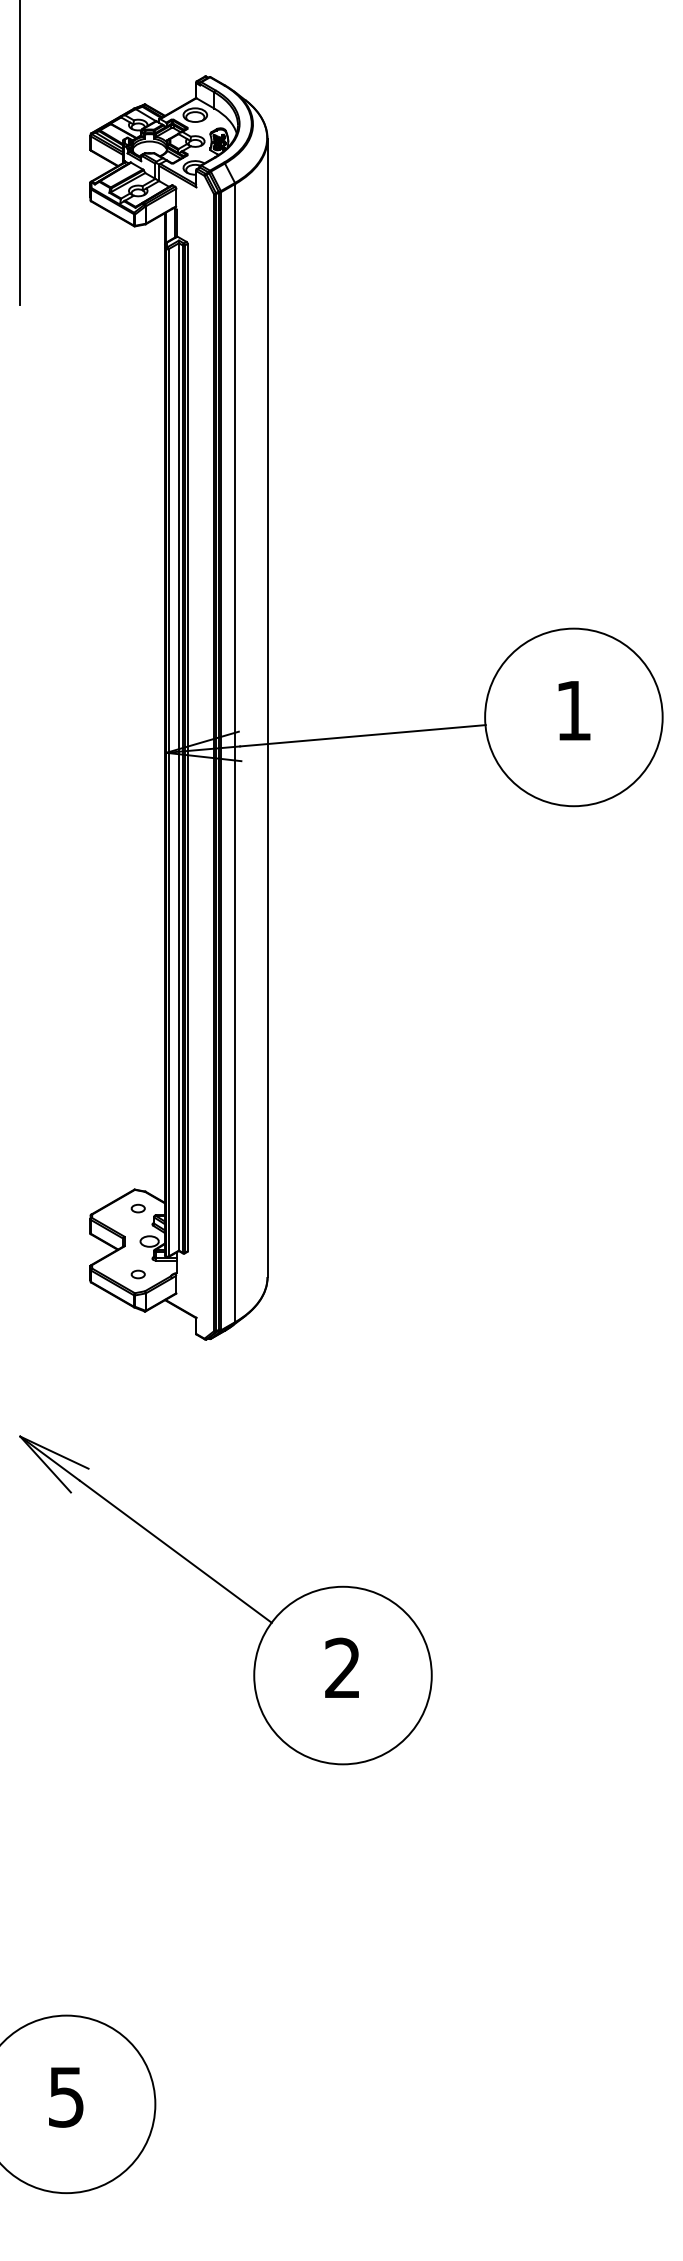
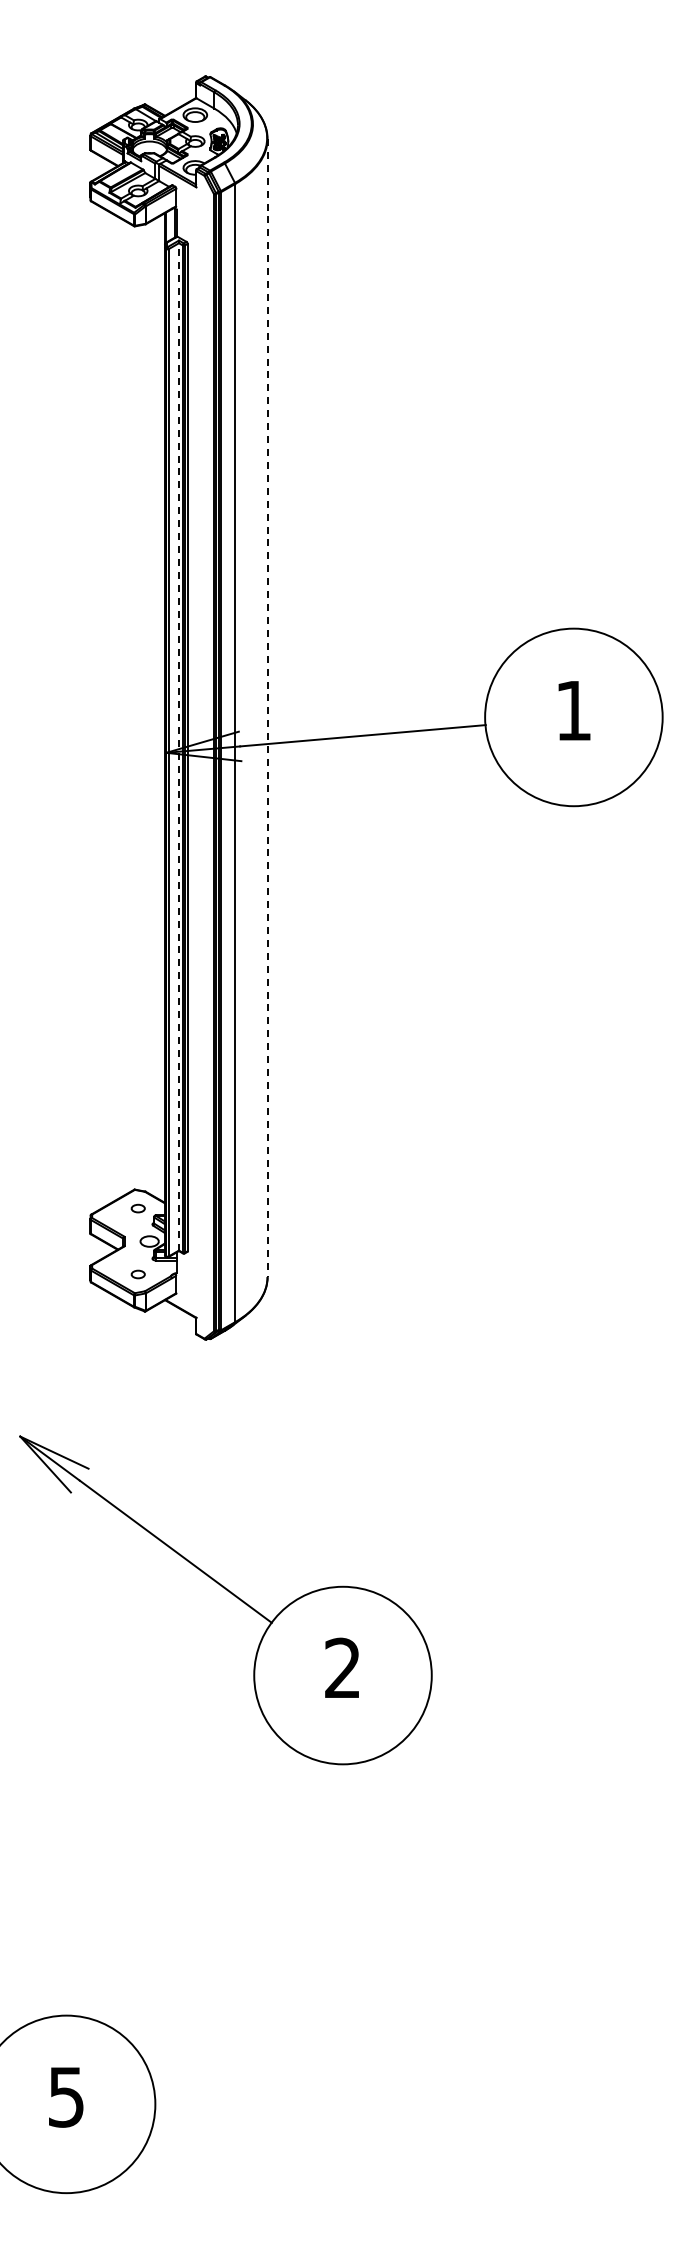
line at (20, 153): present -> none
line at (267, 708): solid -> dashed
line at (178, 746): solid -> dashed
